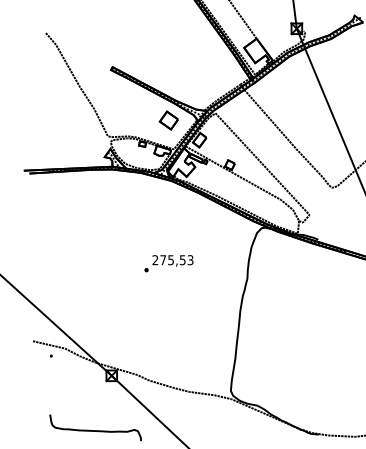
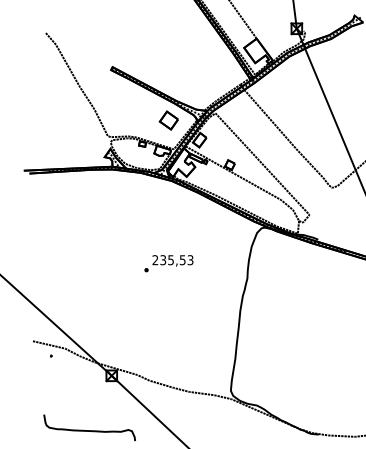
text at (163, 260): 275,53 -> 235,53
curve at (95, 430) position: (95, 430) -> (89, 430)
